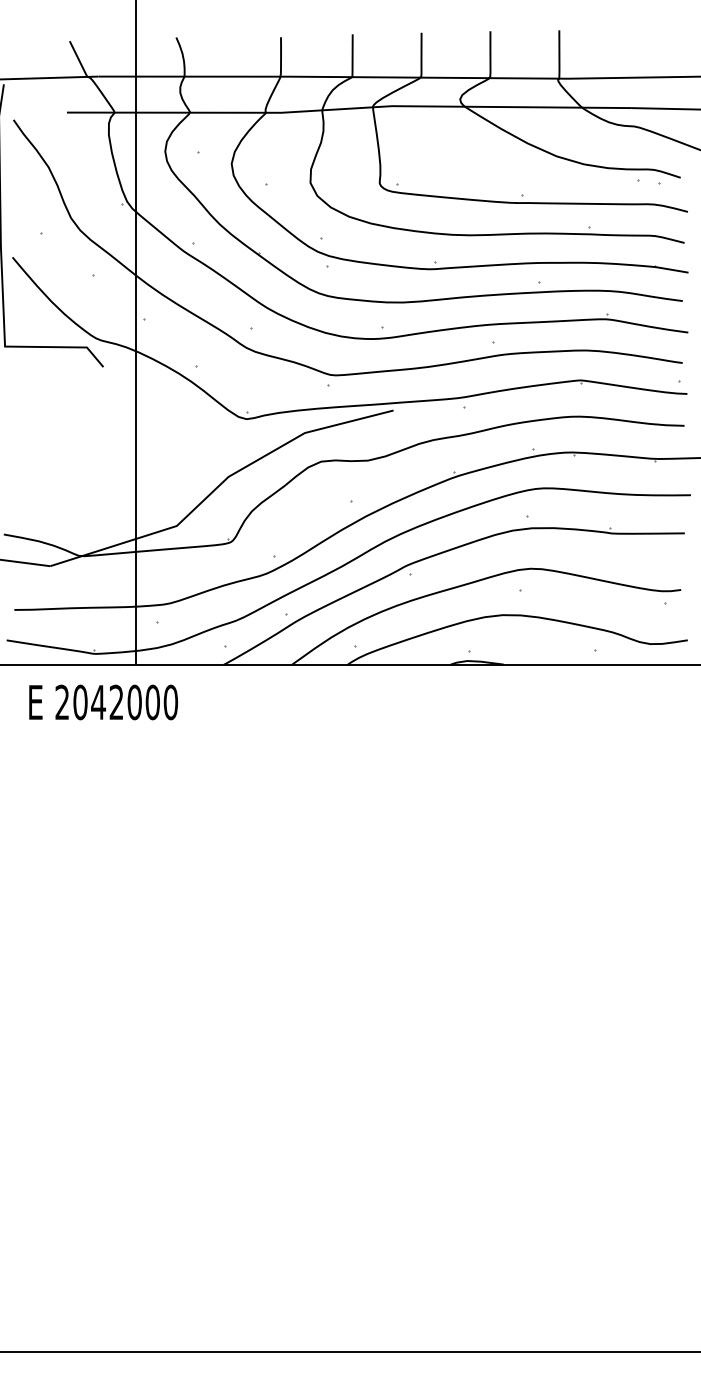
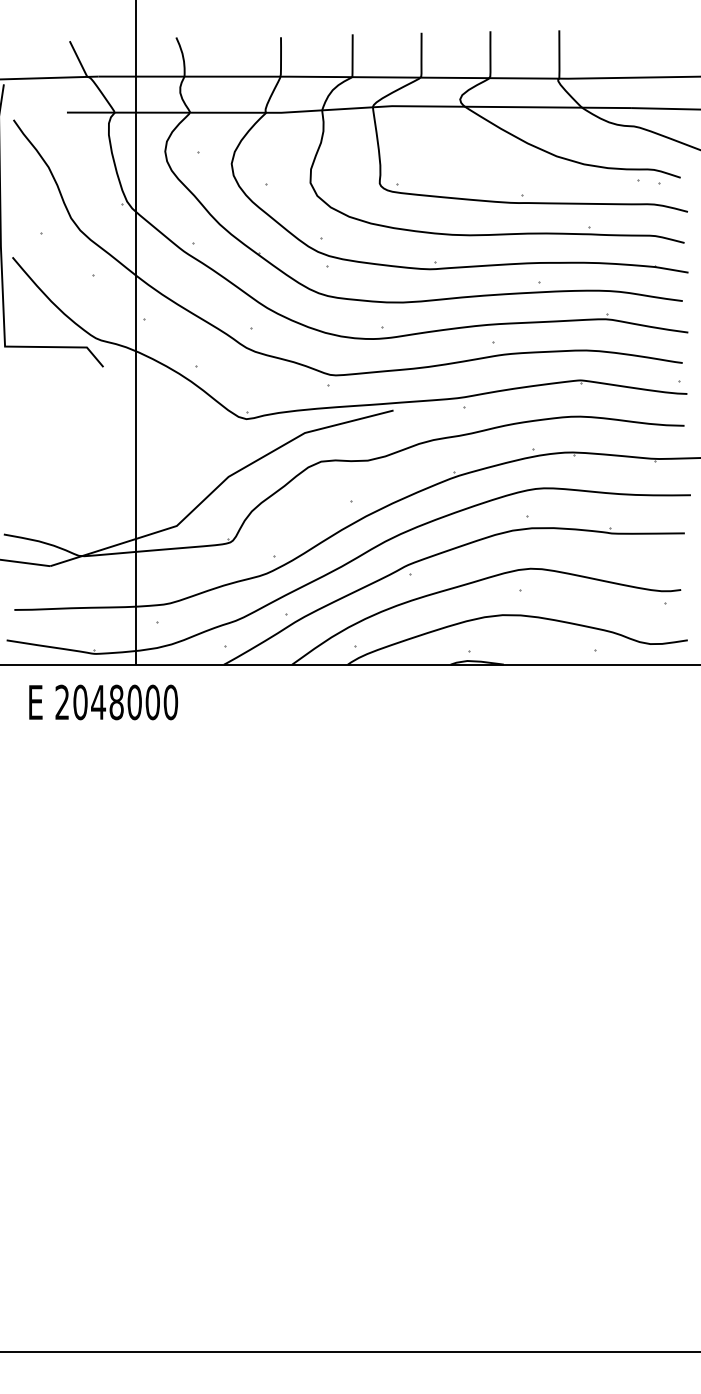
text at (116, 702): 2042000 -> 2048000
